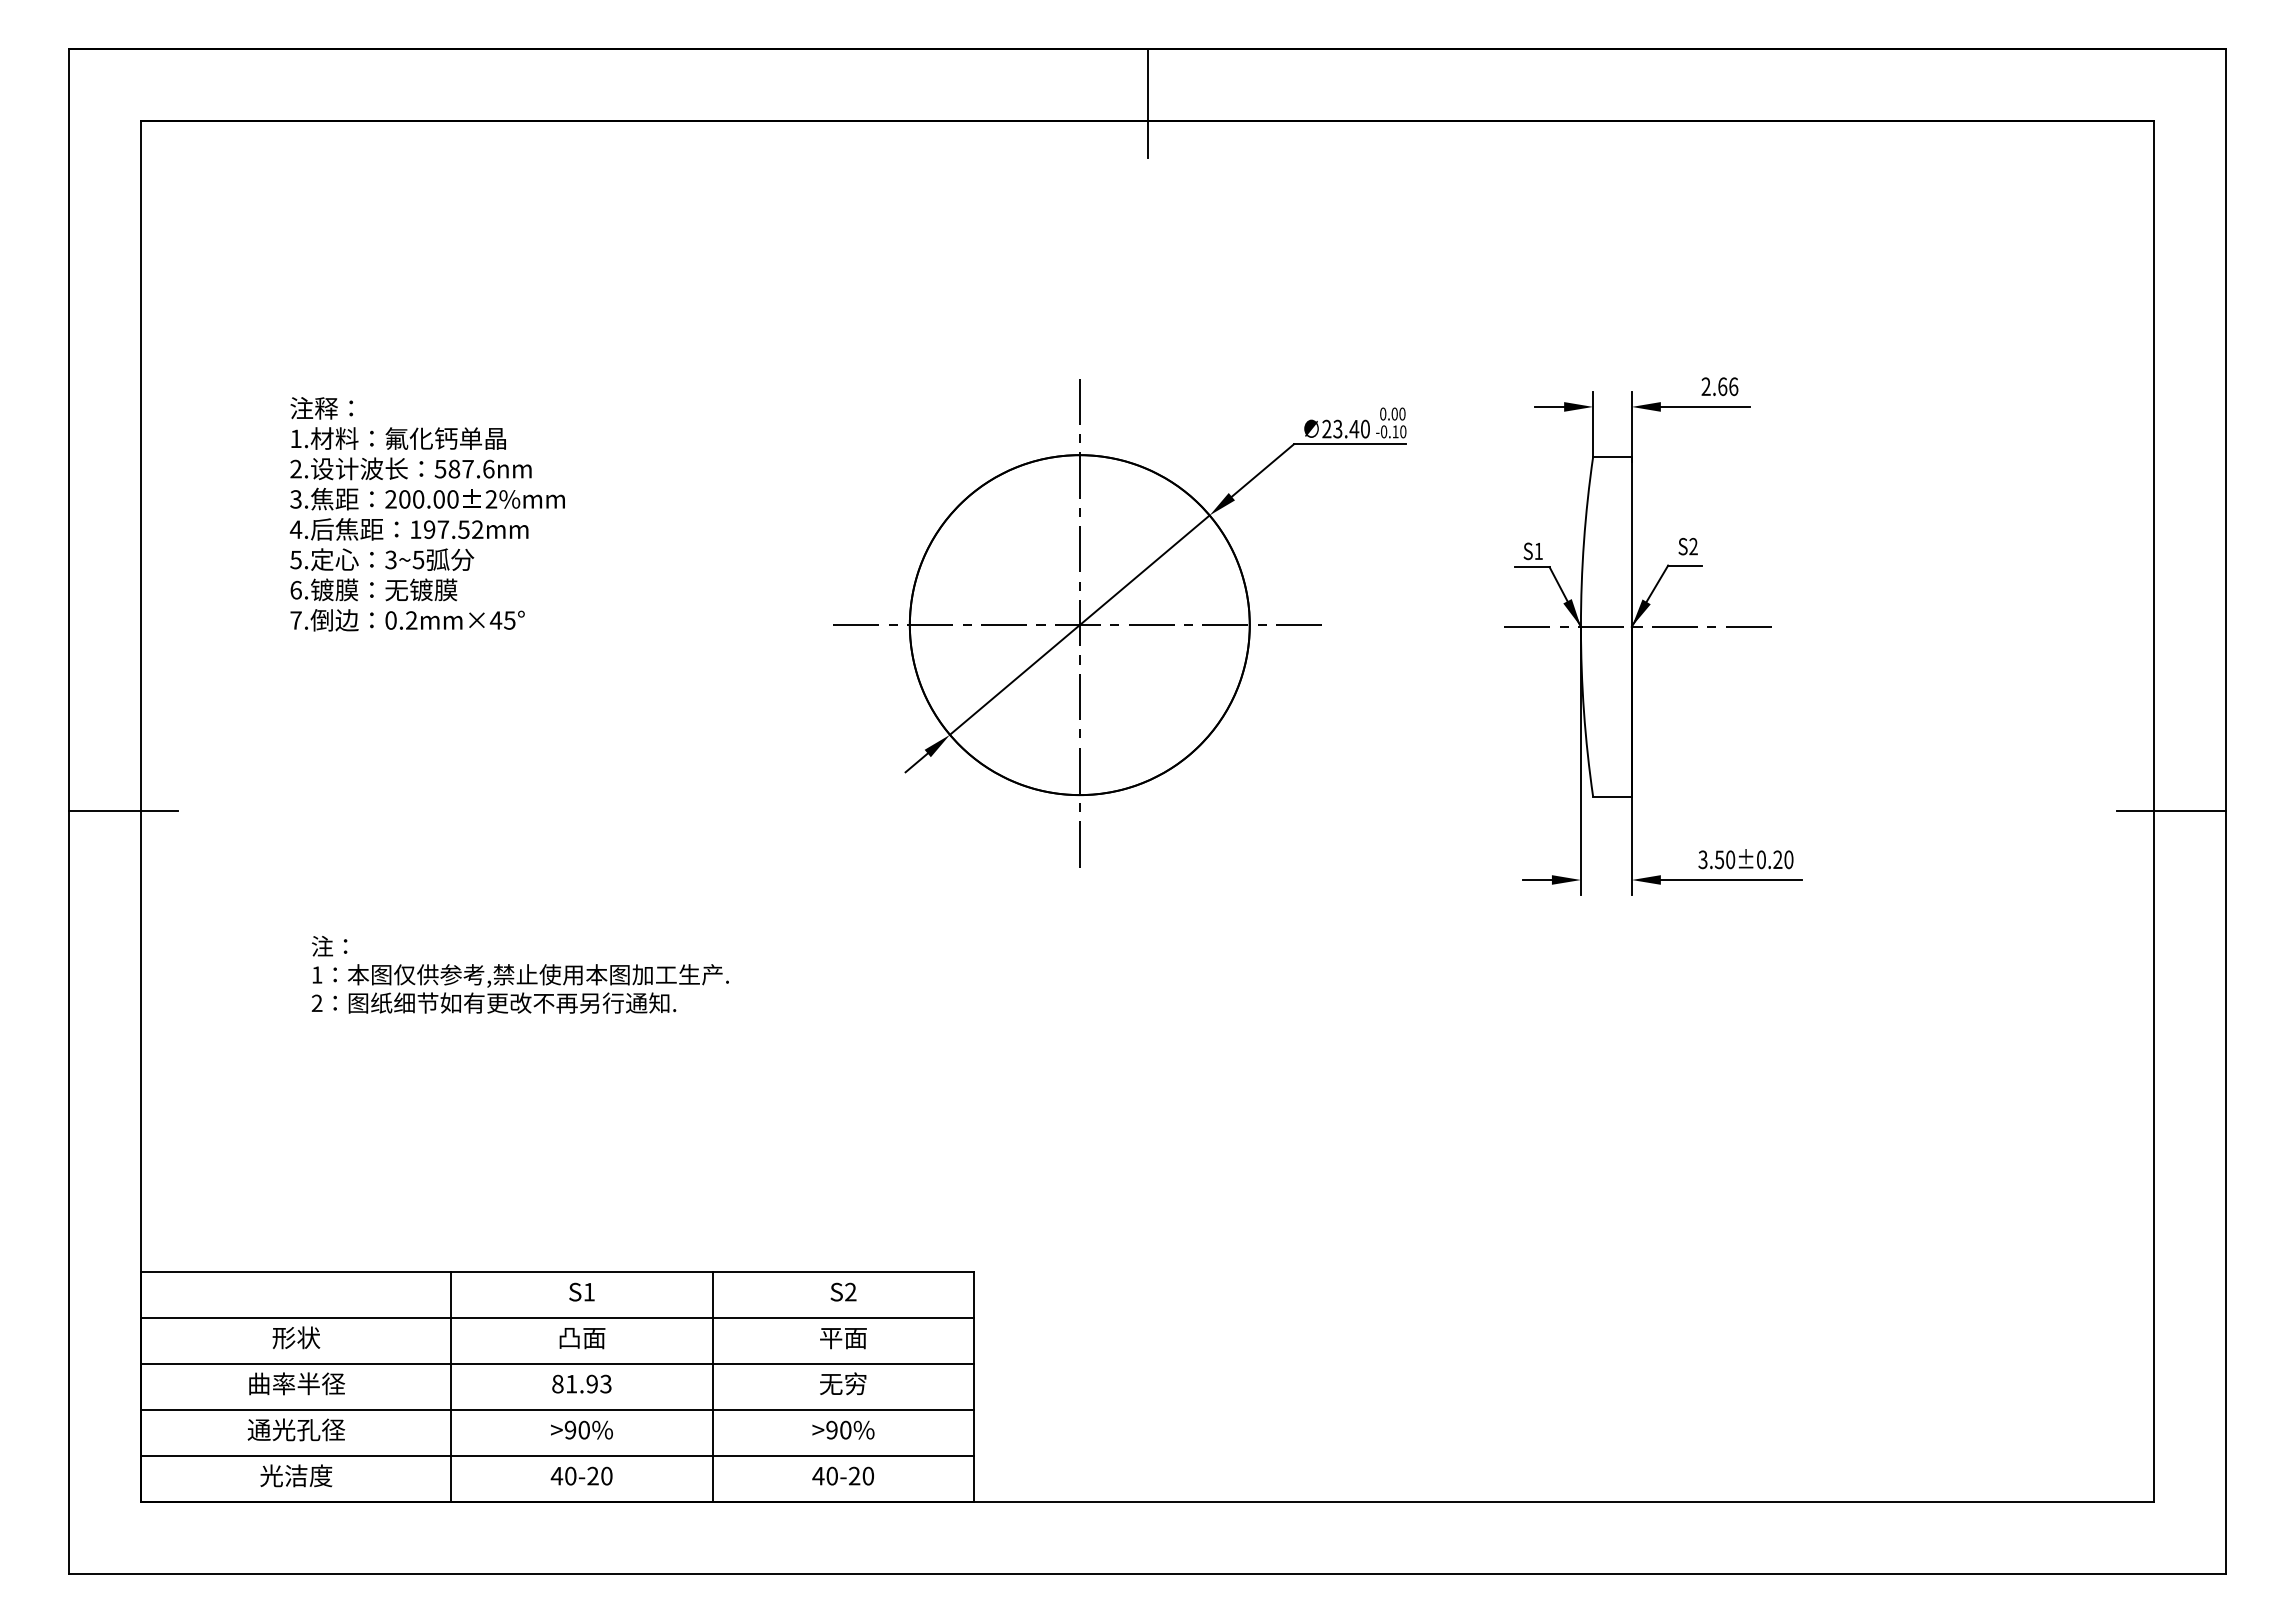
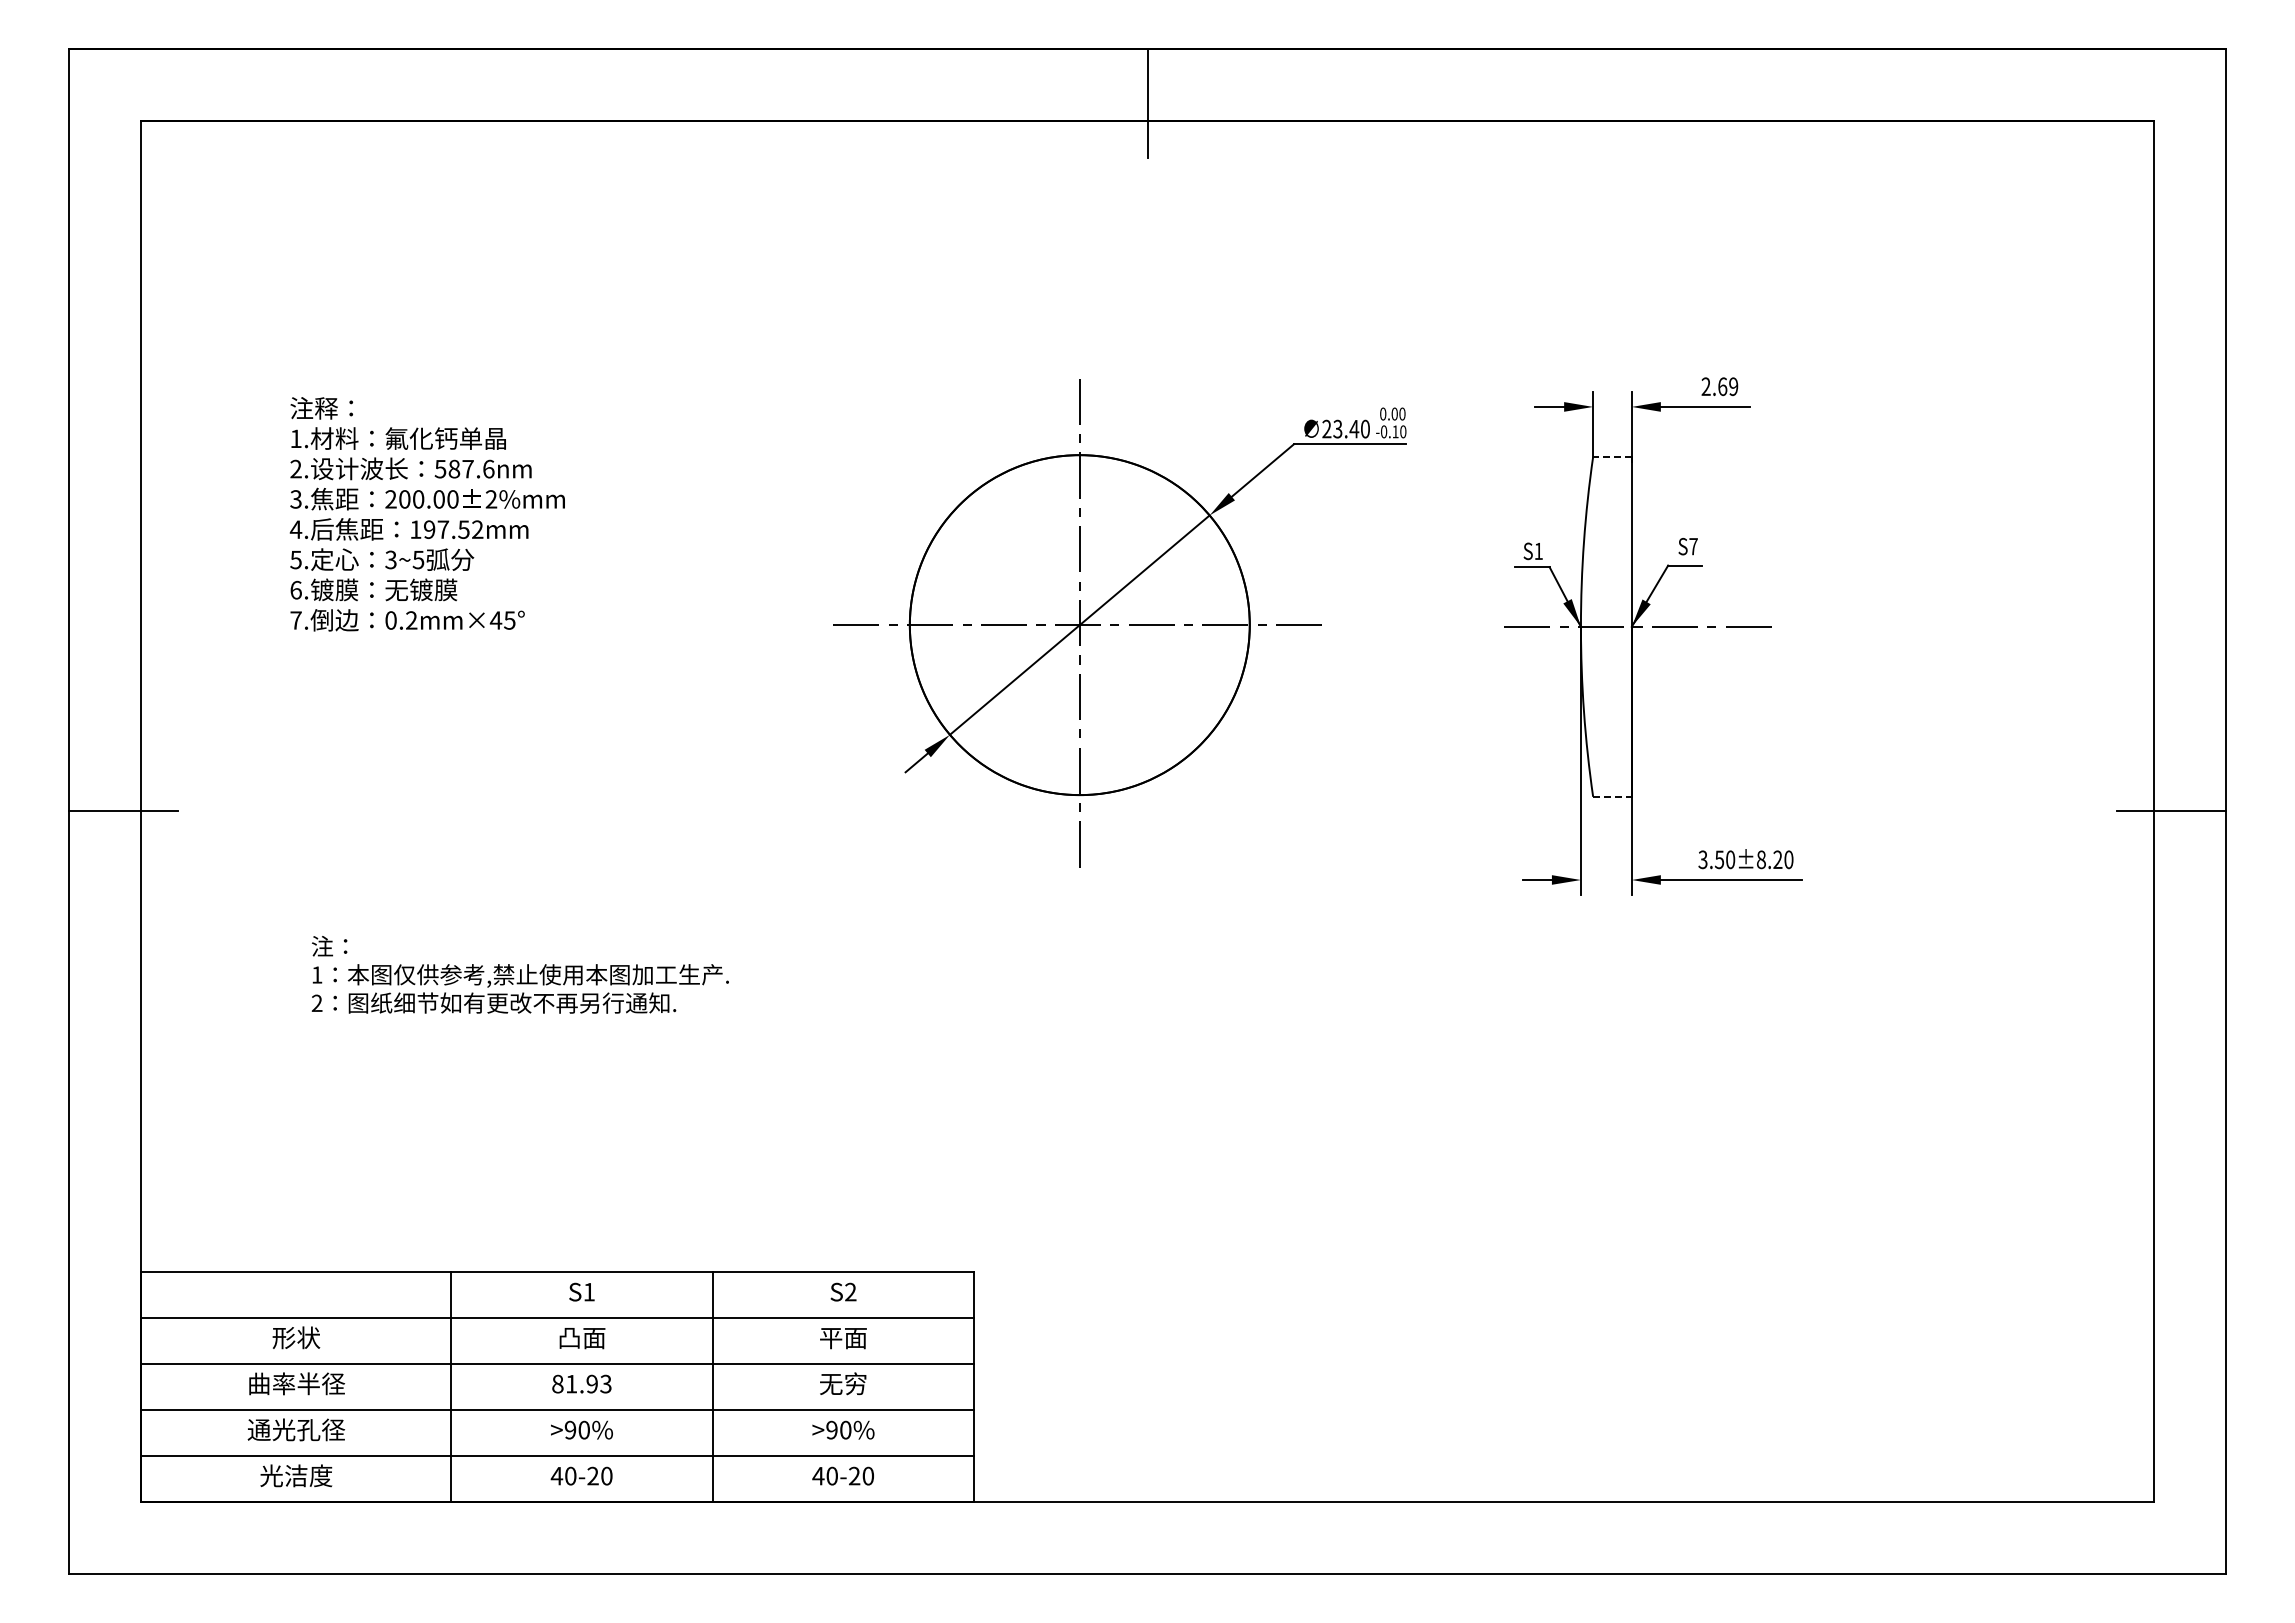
text at (1733, 386): 2.66 -> 2.69
line at (1611, 456): solid -> dashed
text at (1693, 546): S2 -> S7
line at (1612, 796): solid -> dashed
text at (1761, 859): 3.50±0.20 -> 3.50±8.20
